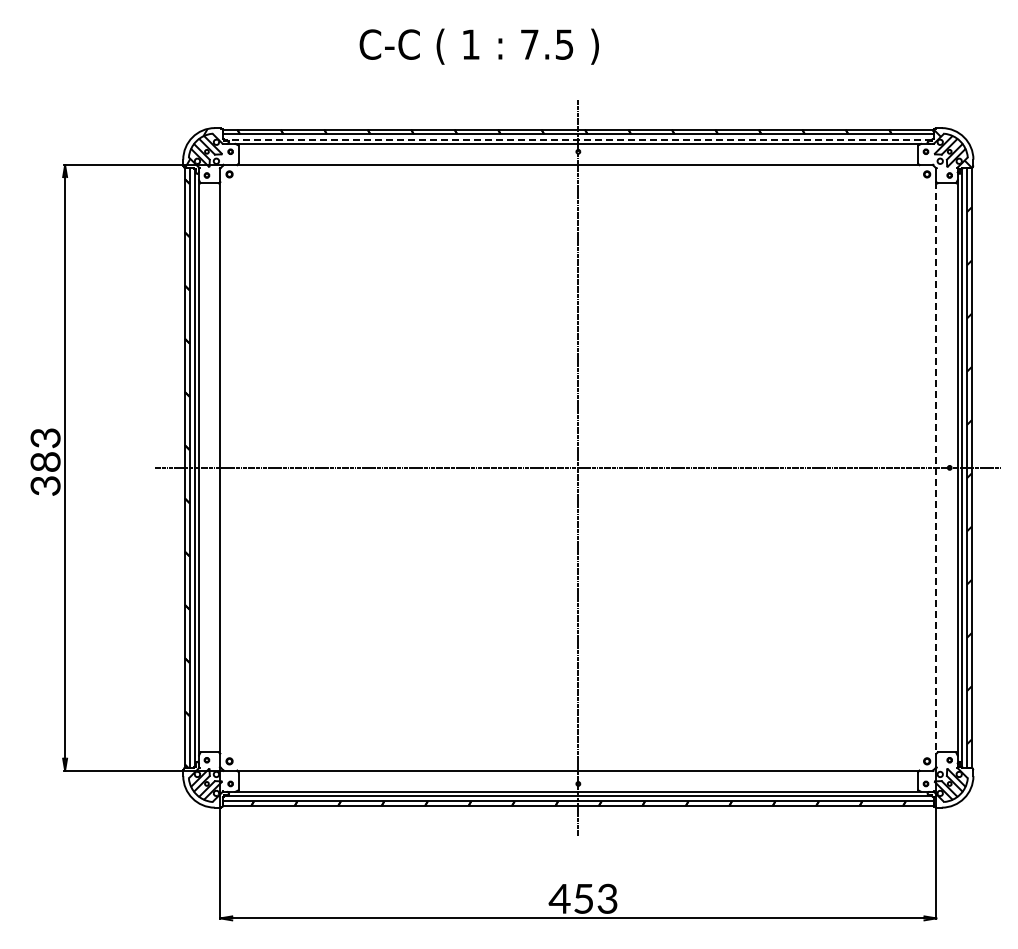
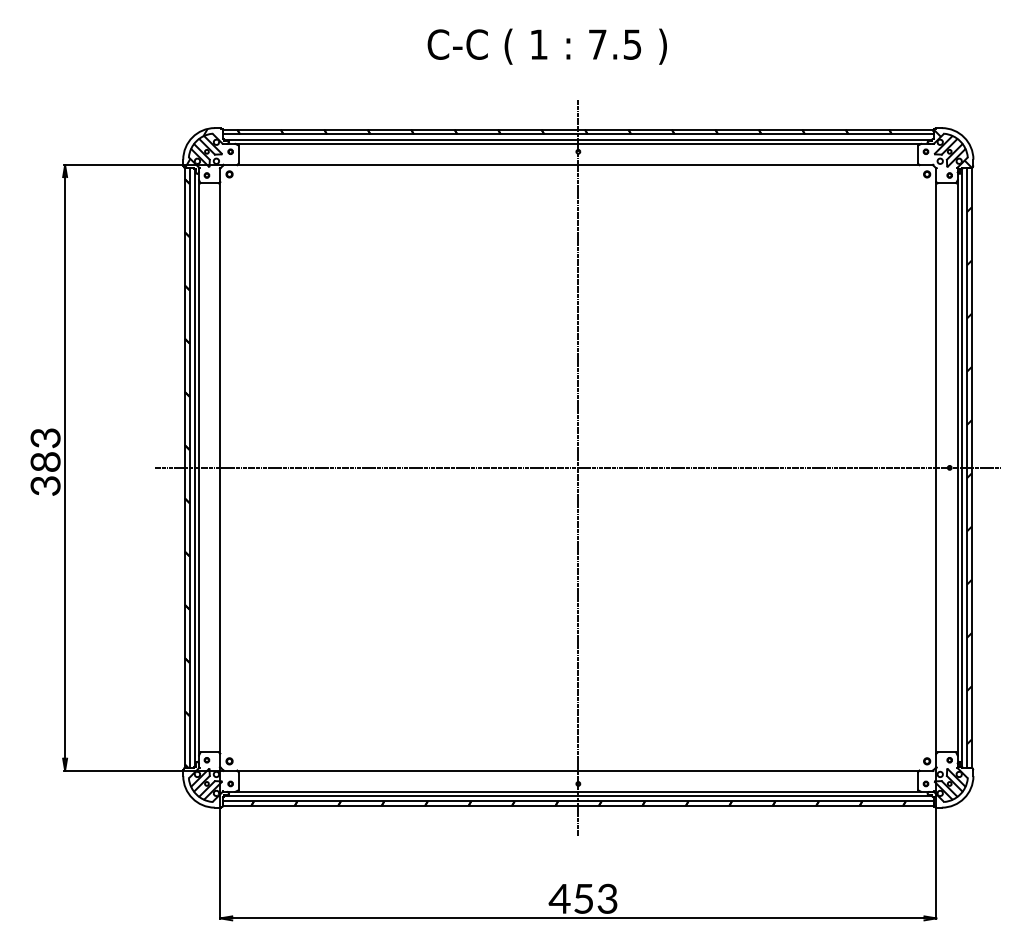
text at (478, 46) position: (478, 46) -> (546, 46)
line at (578, 139): dashed -> solid
line at (936, 468): dashed -> solid
